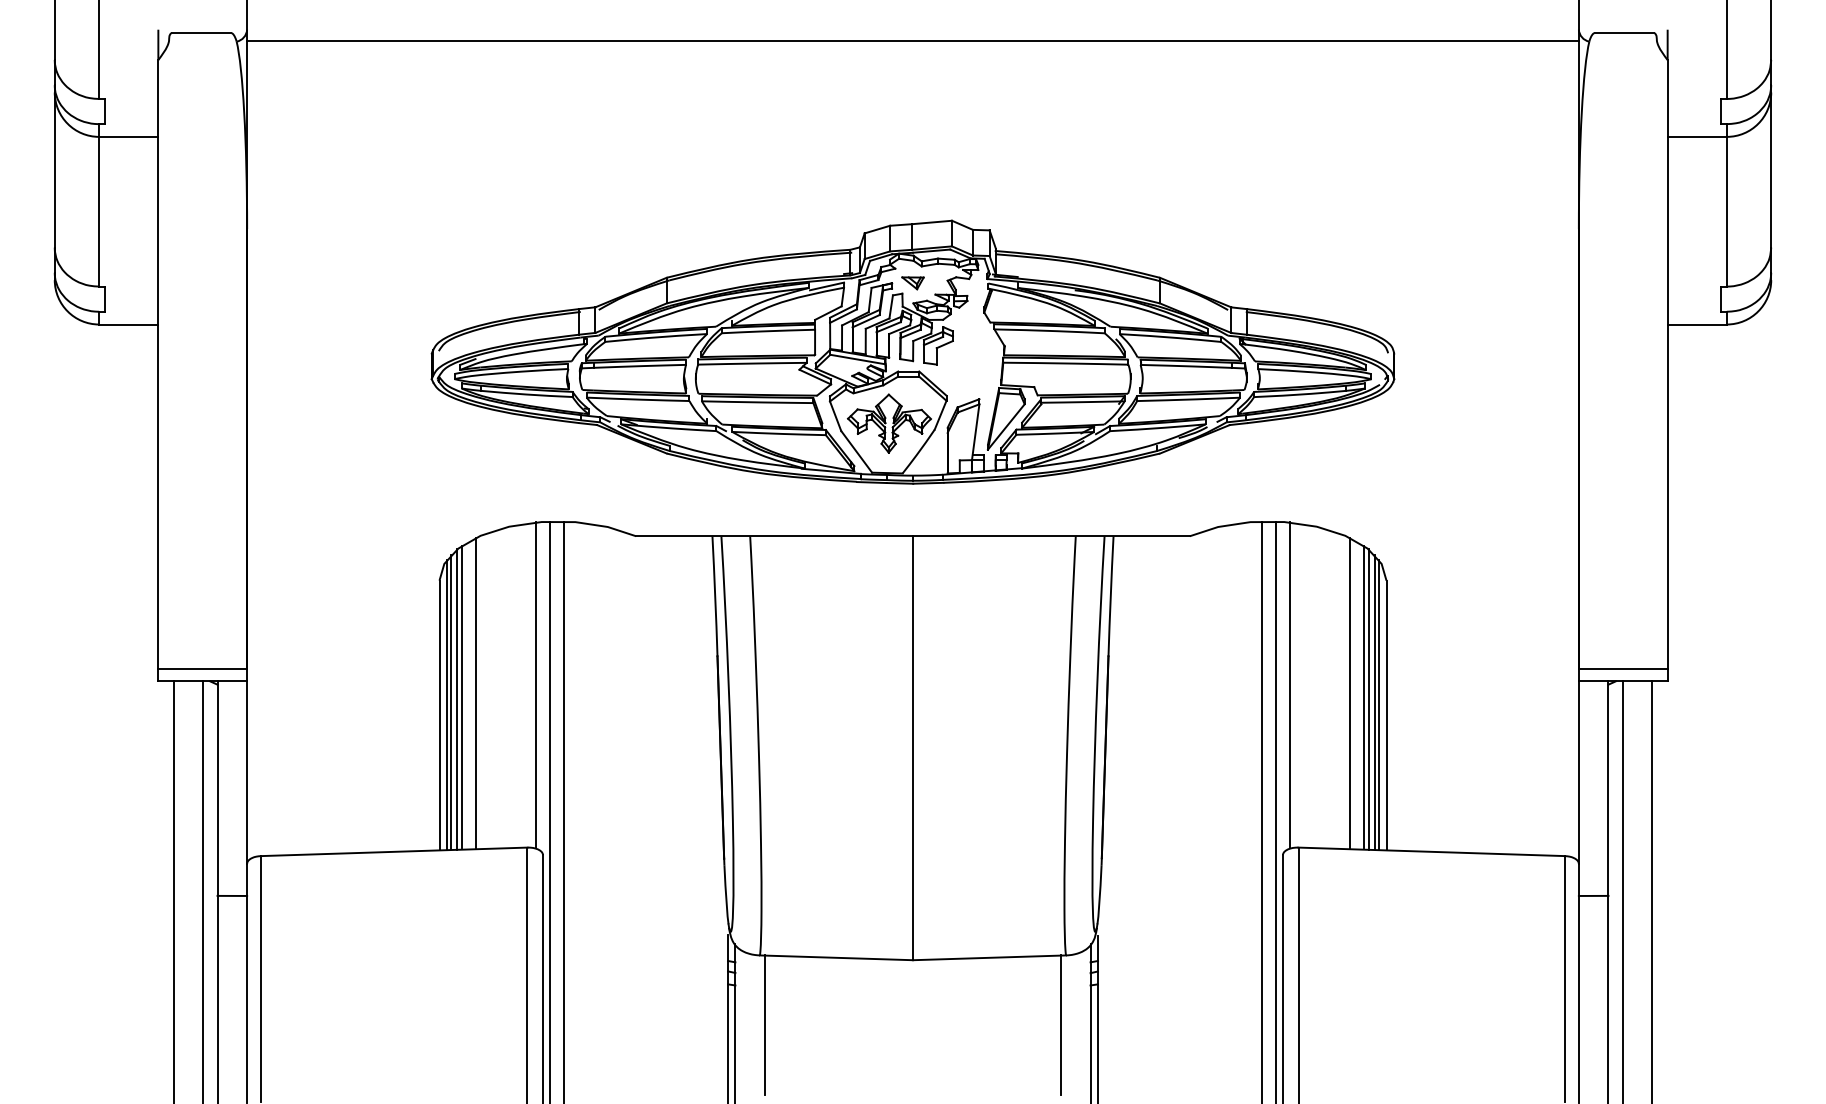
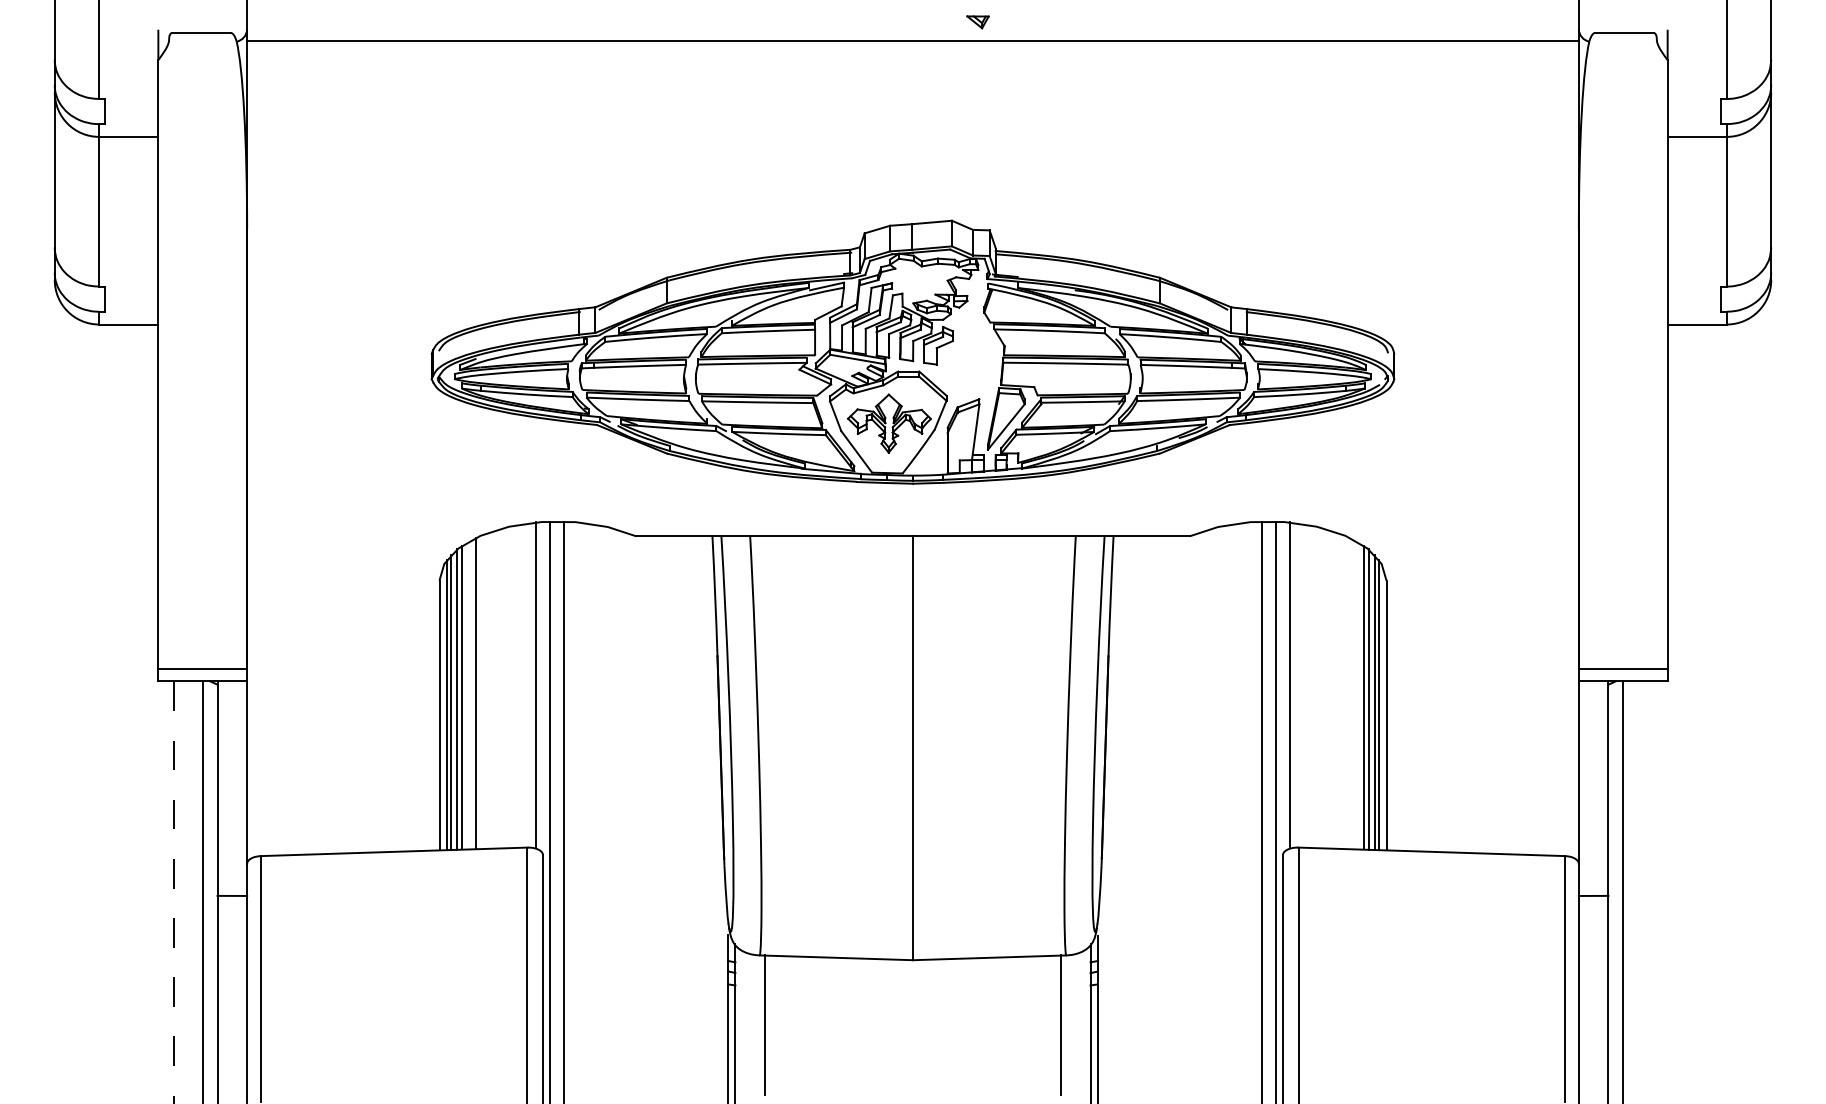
part at (912, 283) position: (912, 283) -> (977, 22)
line at (1350, 693): present -> none
line at (1651, 890): present -> none
line at (174, 892): solid -> dashed
